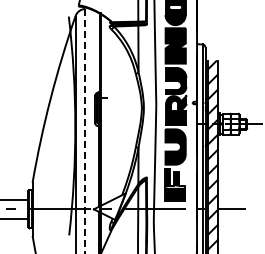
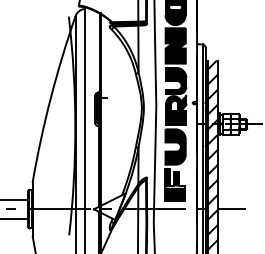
line at (85, 130): dashed -> solid
